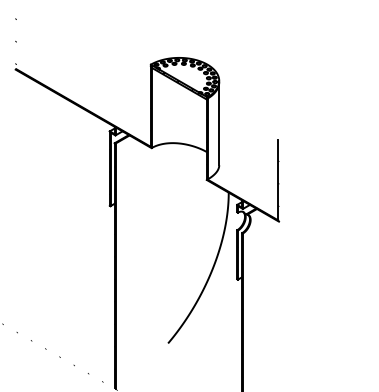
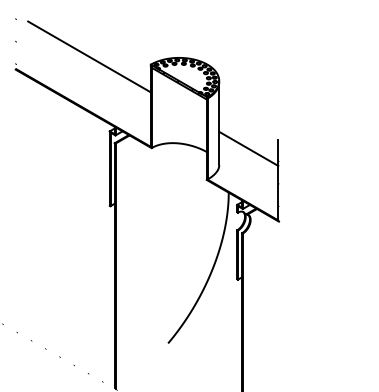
line at (89, 56): none -> present
line at (248, 148): none -> present
